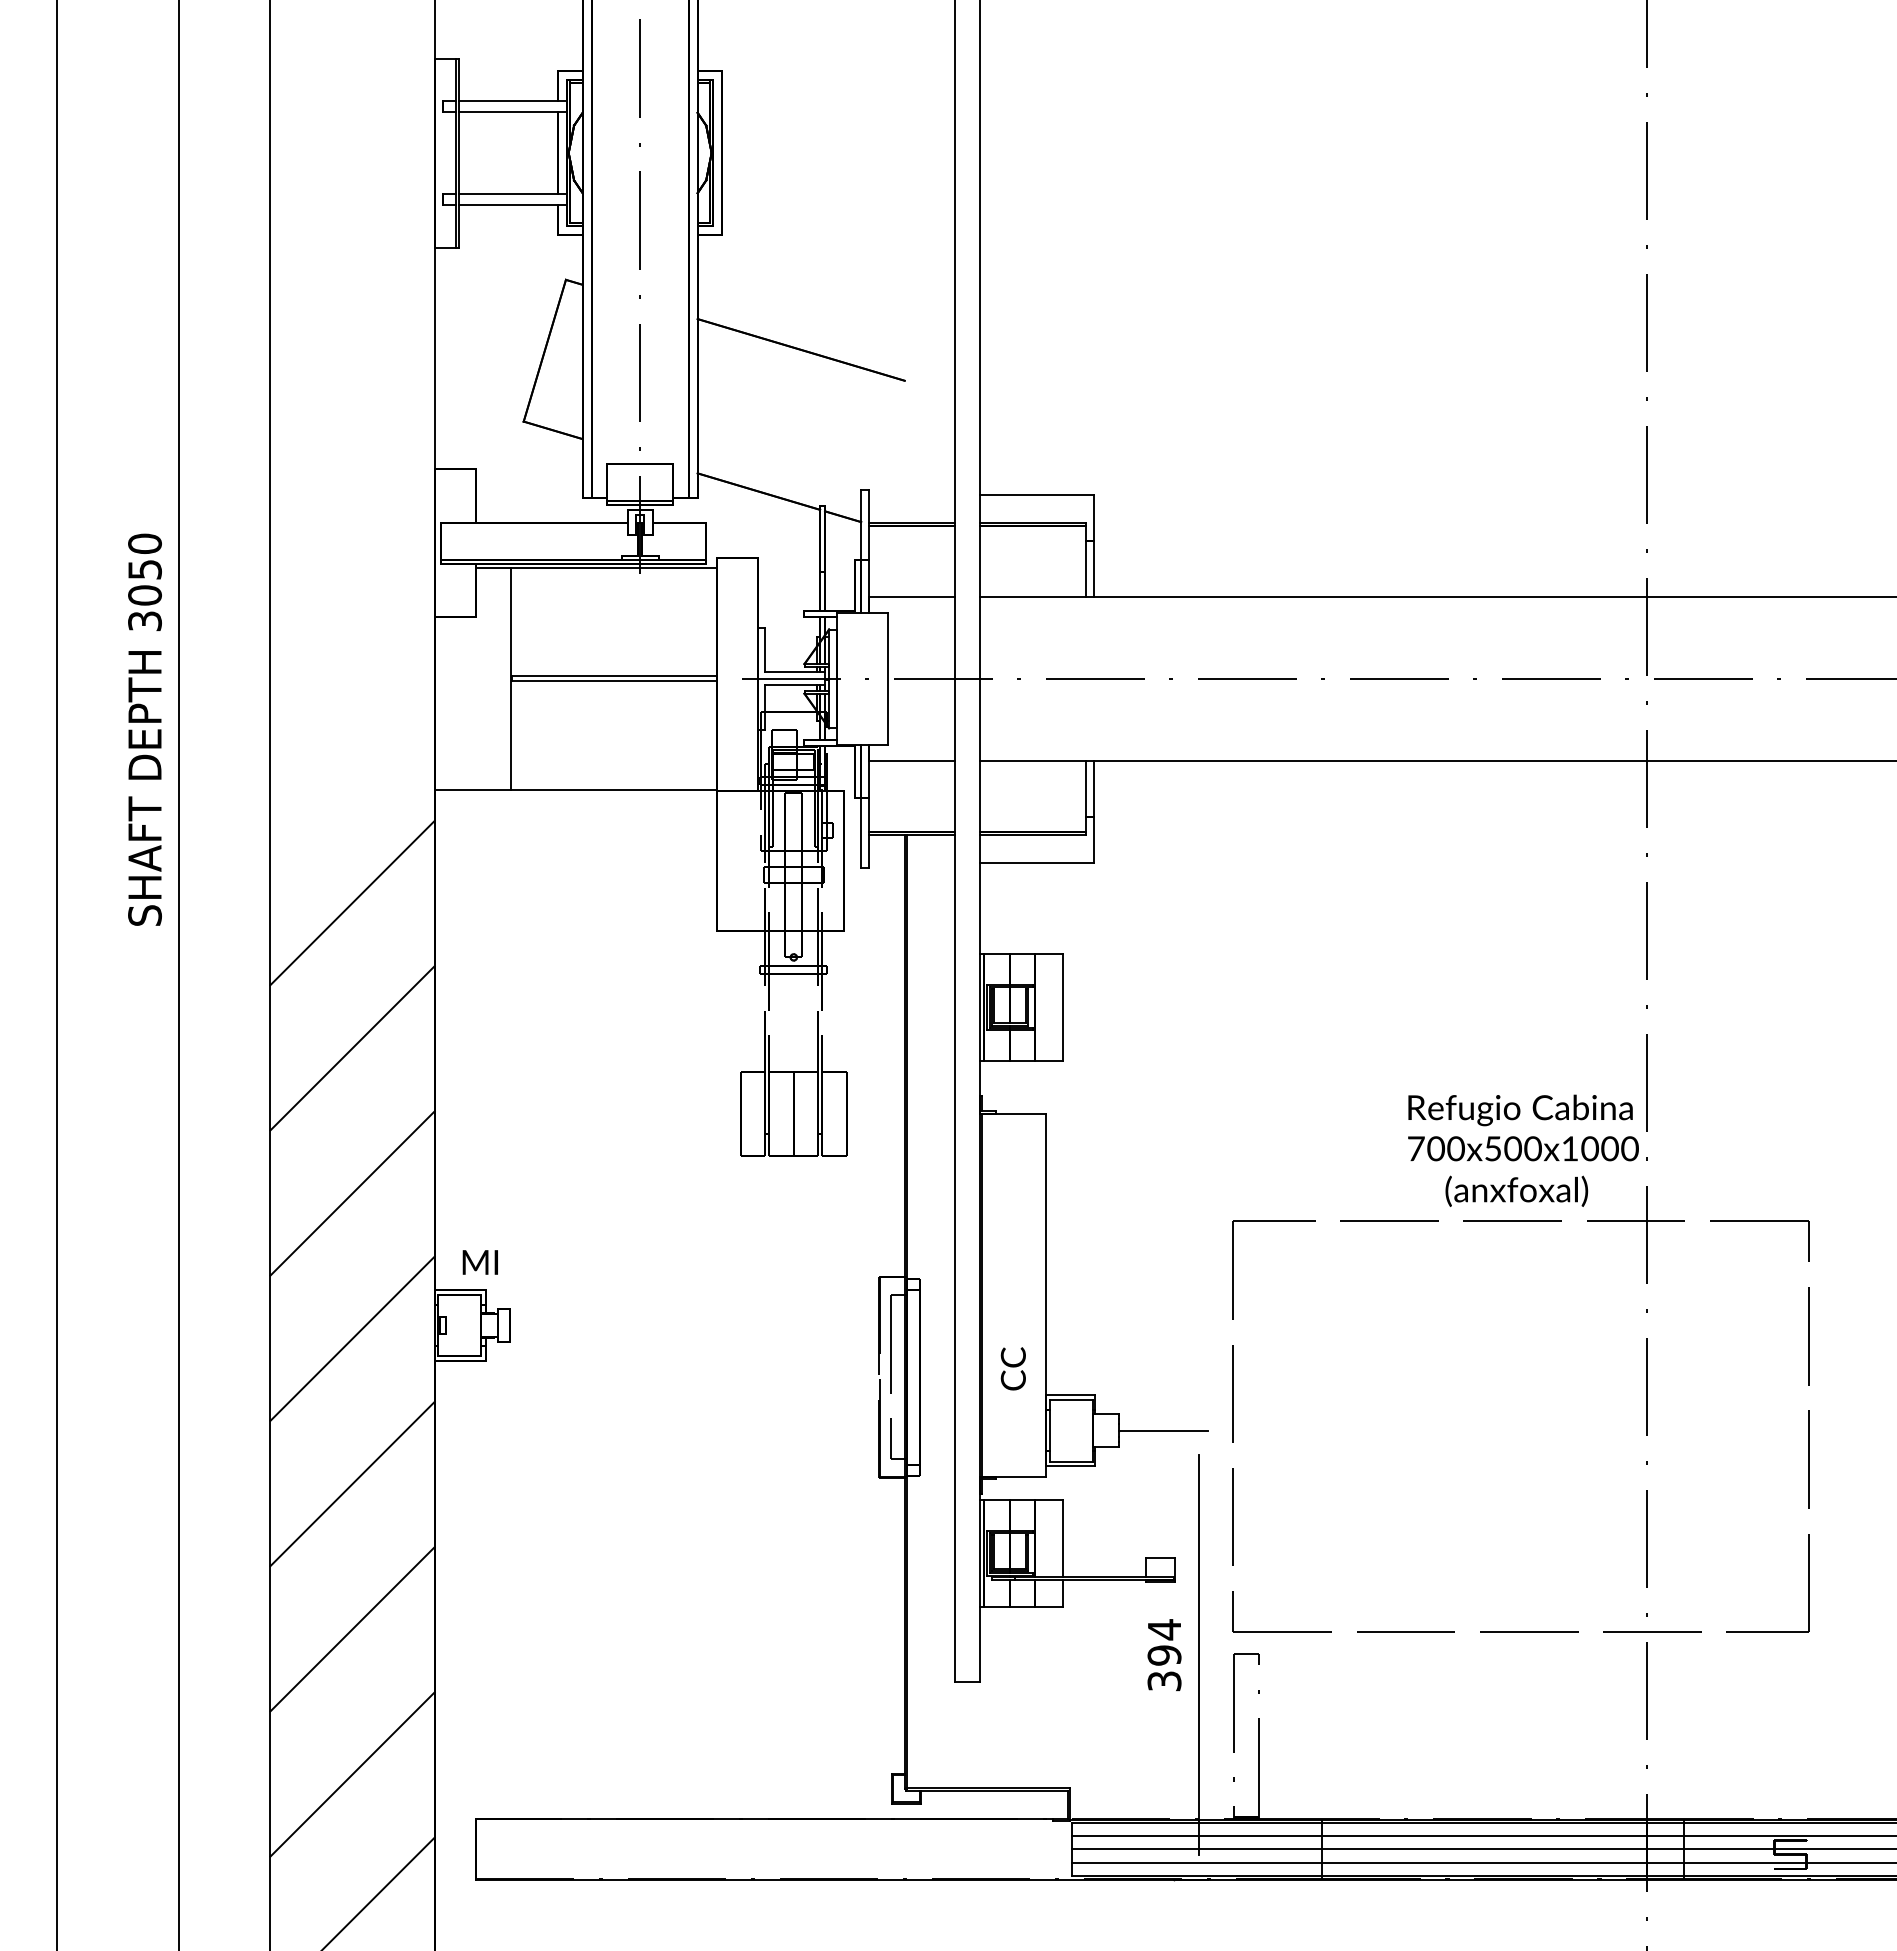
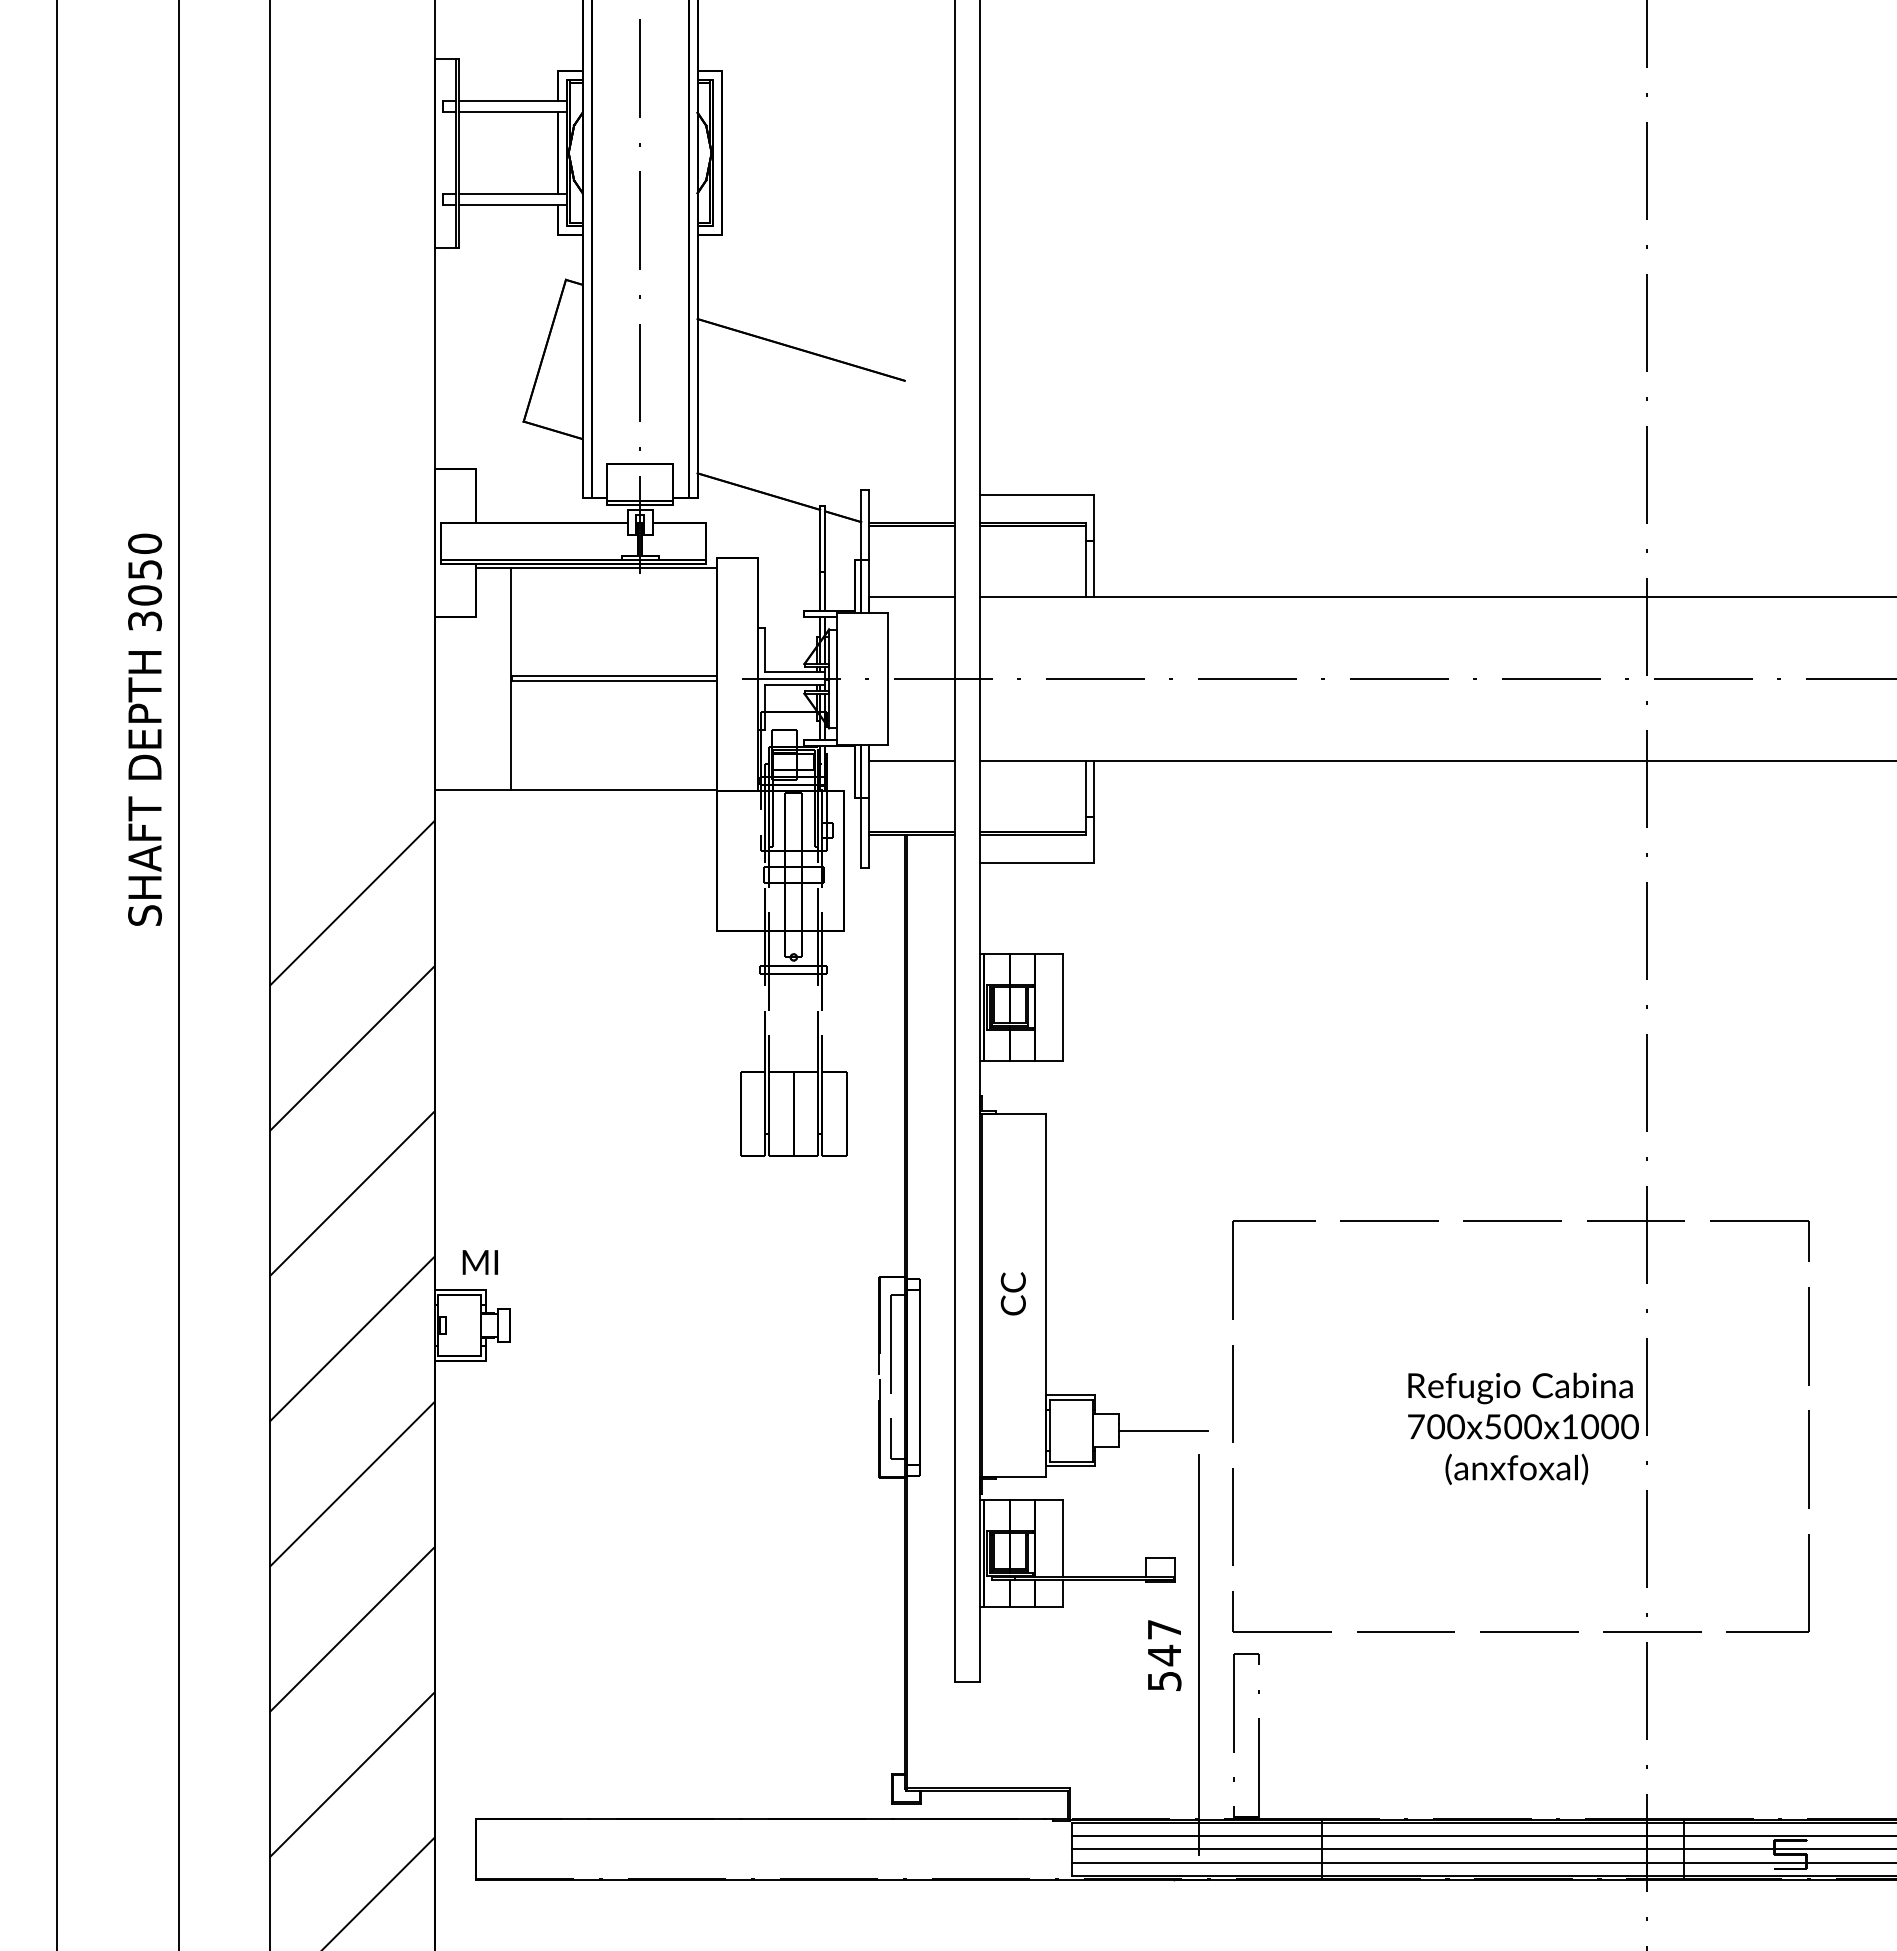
text at (1523, 1150) position: (1523, 1150) -> (1523, 1428)
text at (1012, 1368) position: (1012, 1368) -> (1012, 1293)
text at (1164, 1654): 394 -> 547
